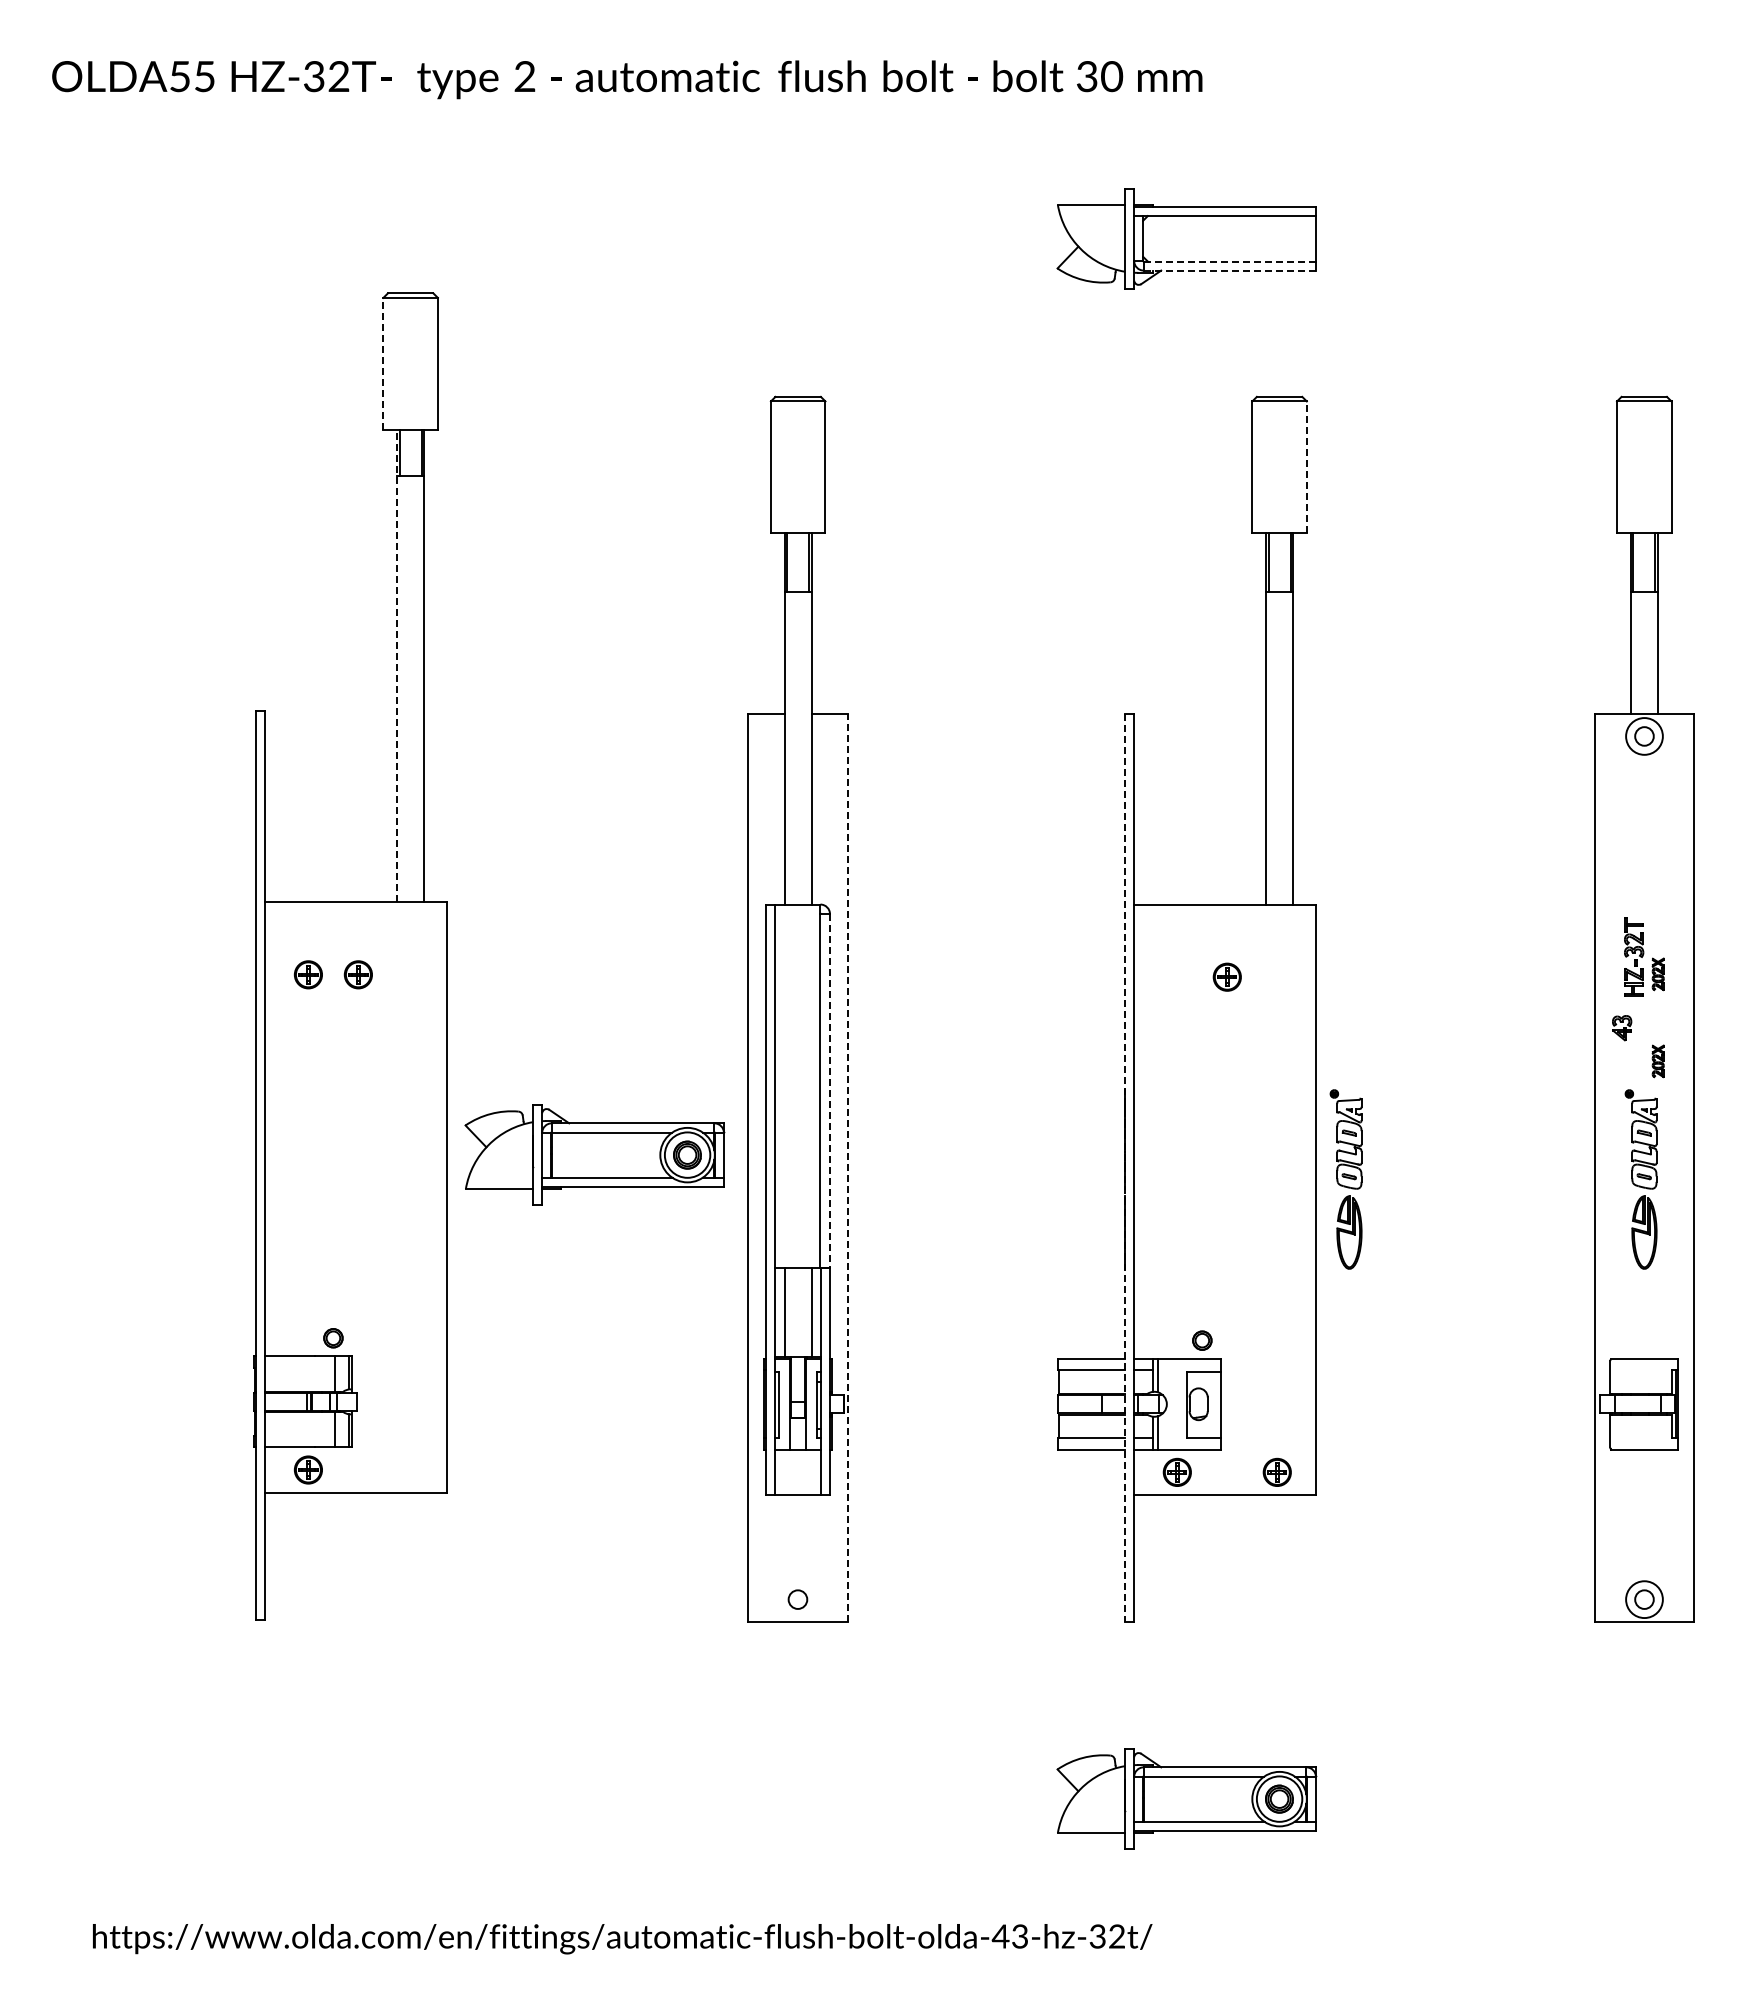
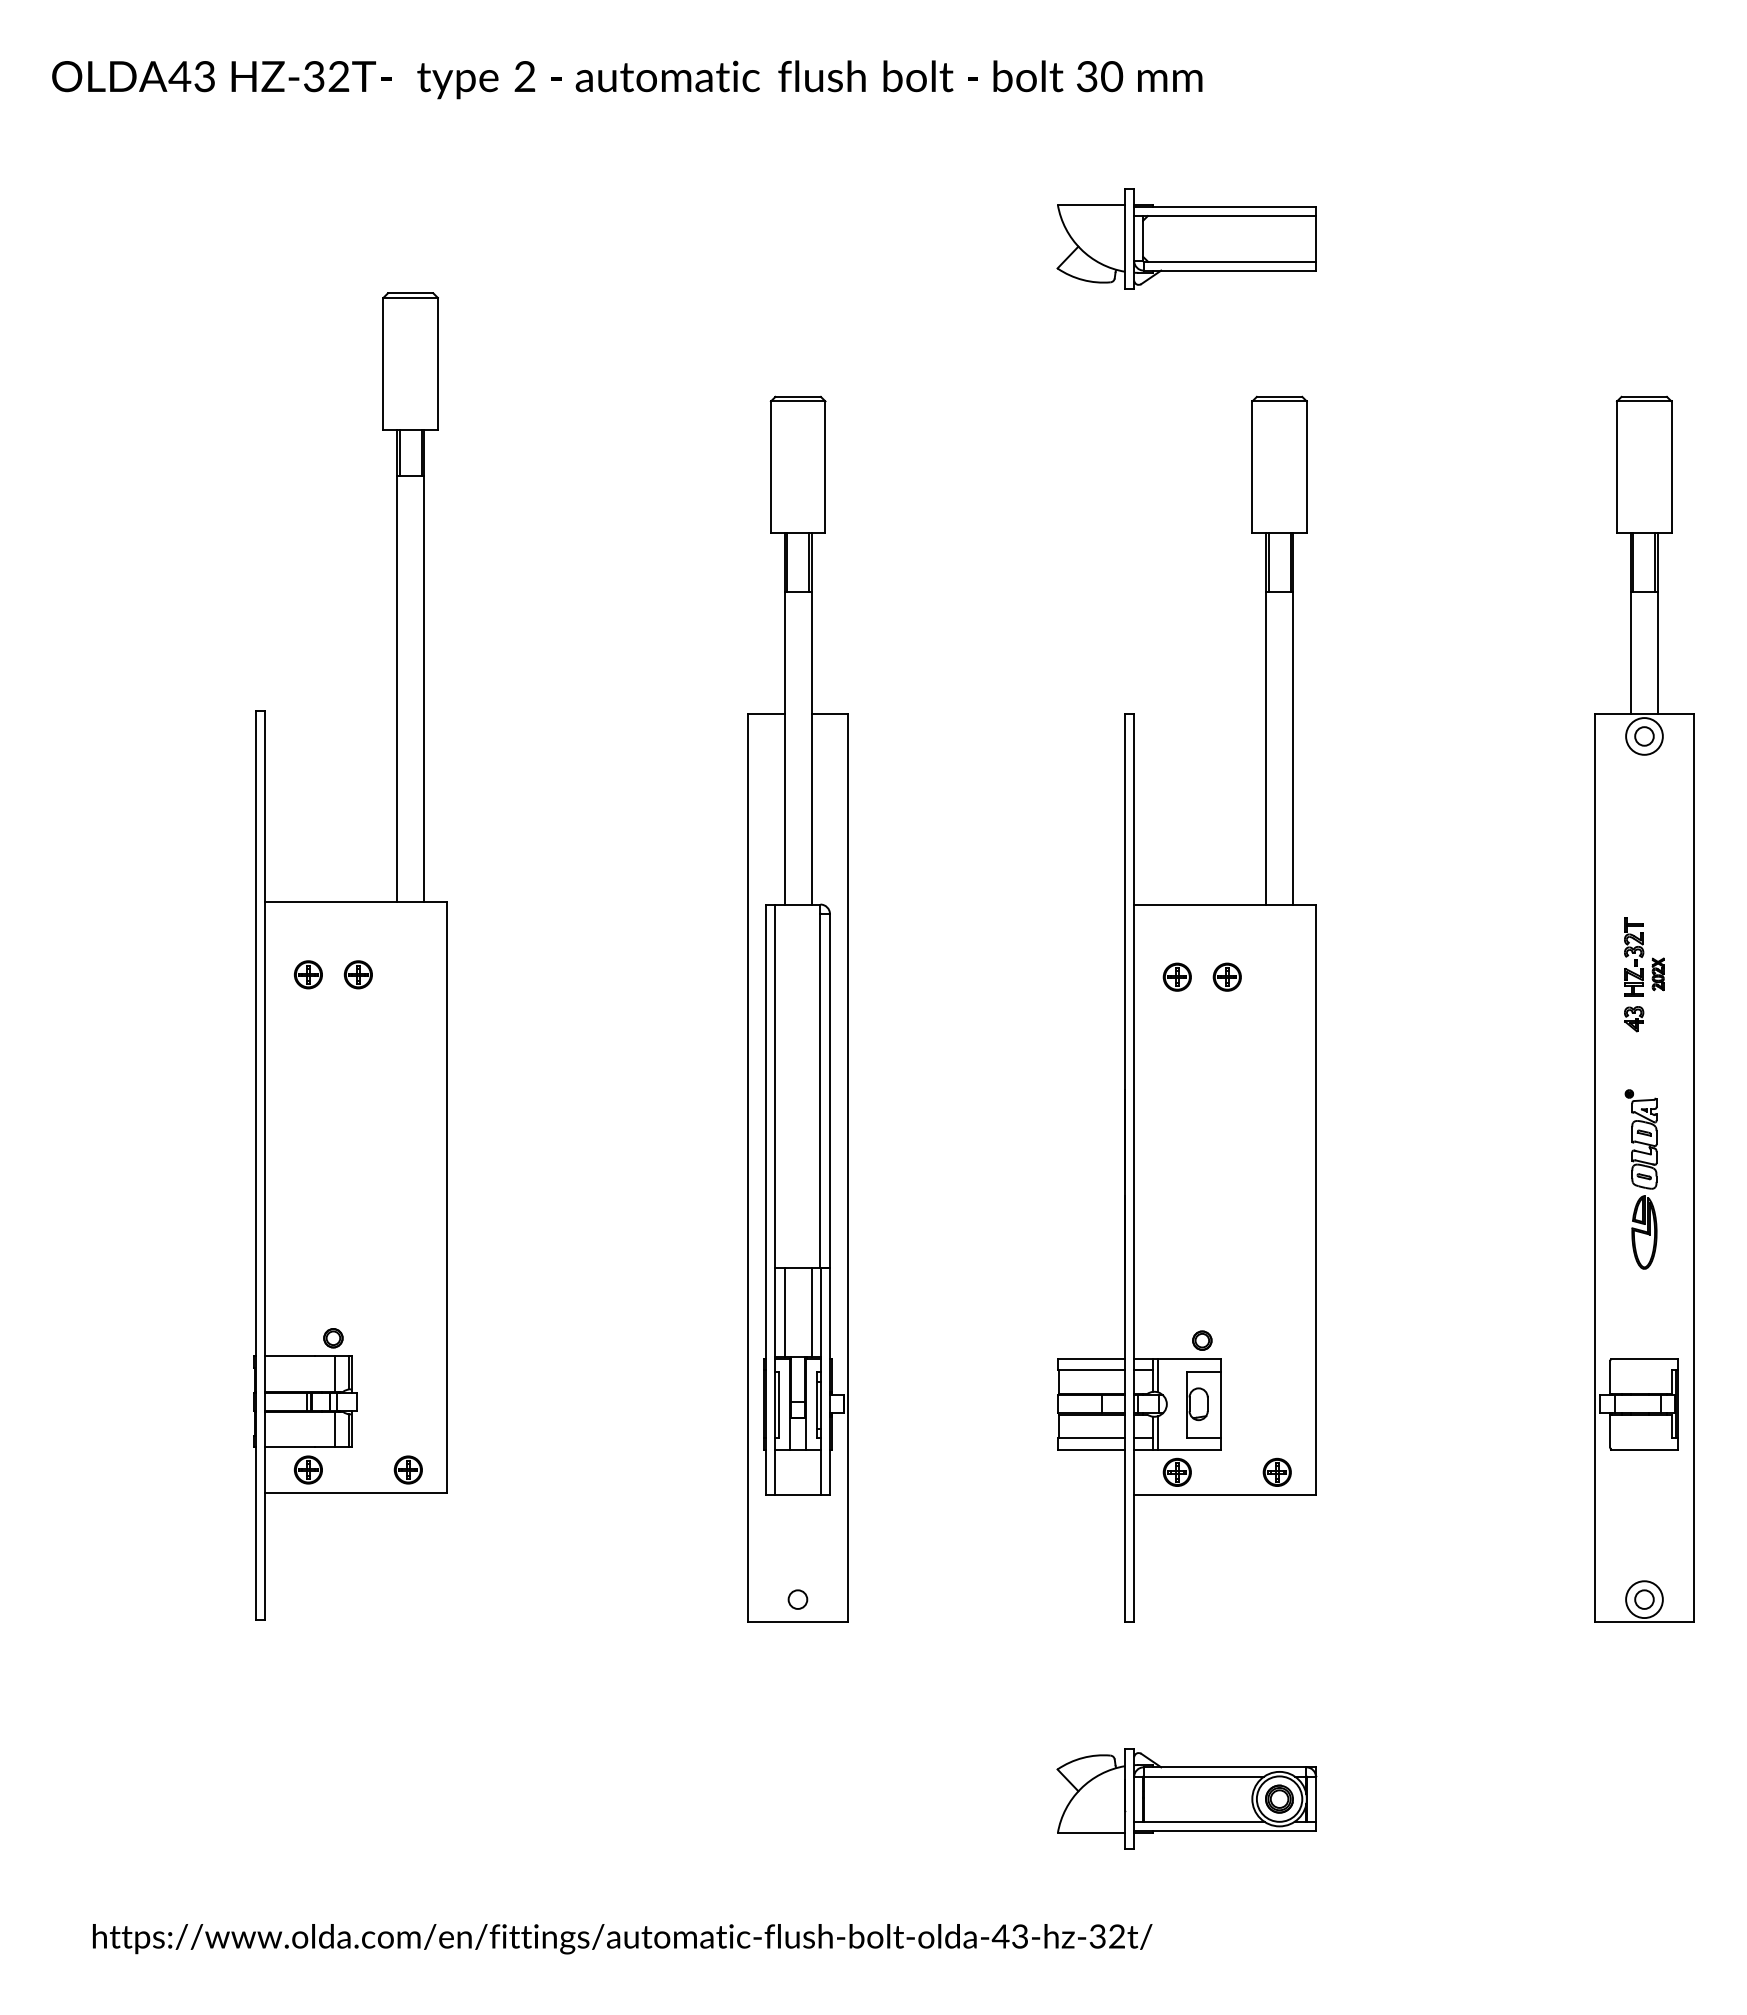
text at (191, 76): 55 -> 43
line at (1231, 261): dashed -> solid
line at (1229, 270): dashed -> solid
line at (383, 363): dashed -> solid
line at (1306, 467): dashed -> solid
line at (397, 665): dashed -> solid
part at (1176, 976): none -> present
part at (1622, 1028) position: (1622, 1028) -> (1634, 1019)
part at (1657, 1061): present -> none
line at (830, 1091): dashed -> solid
part at (594, 1154): present -> none
line at (847, 1167): dashed -> solid
line at (1125, 1168): dashed -> solid
part at (1345, 1179): present -> none
part at (407, 1469): none -> present
